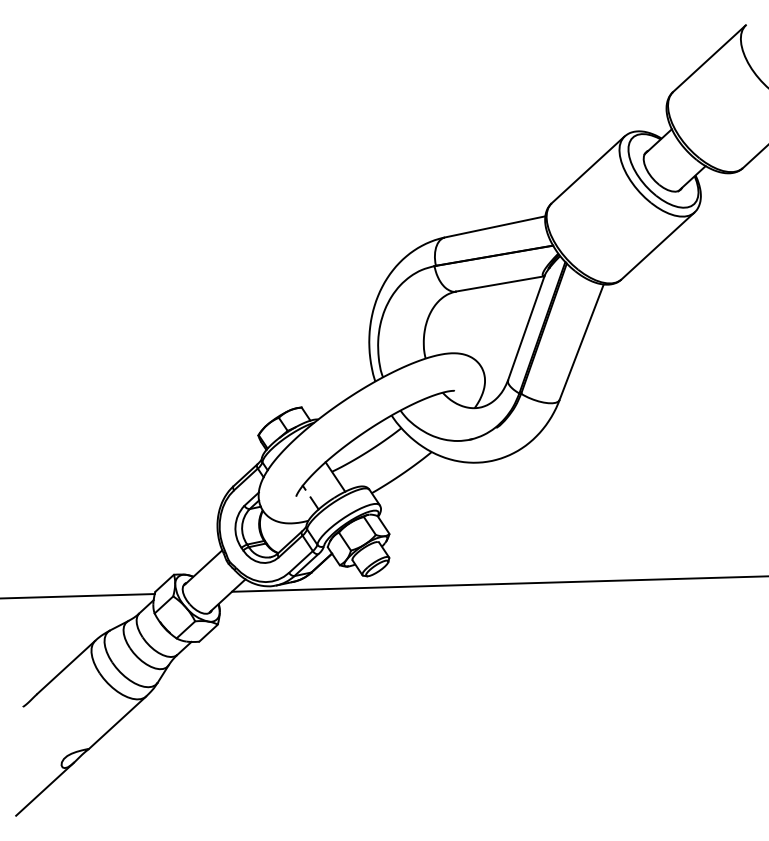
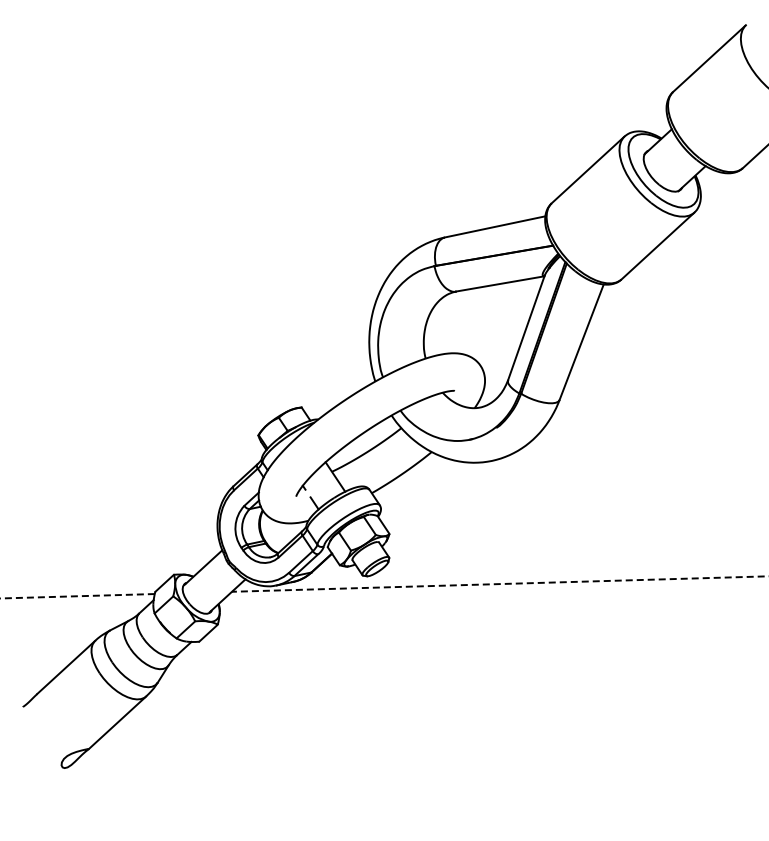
line at (499, 584): solid -> dashed
line at (77, 596): solid -> dashed
line at (44, 788): present -> none
